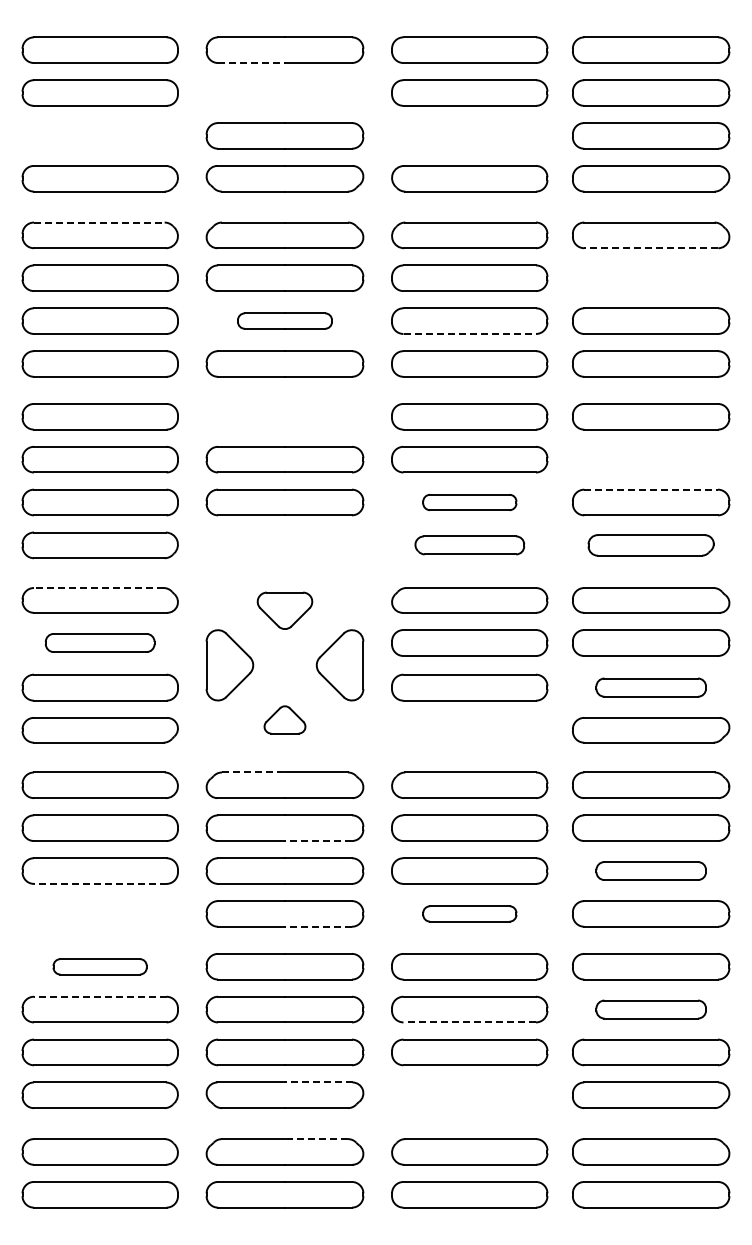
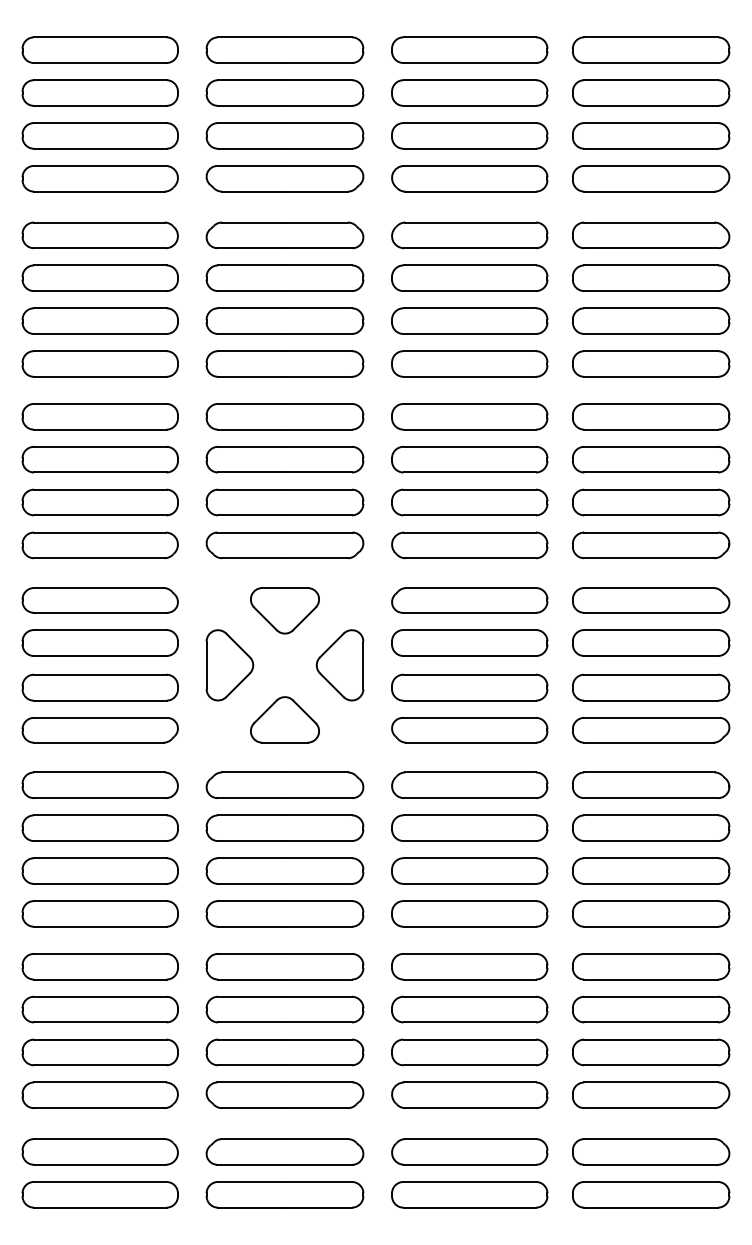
line at (252, 63): dashed -> solid
part at (284, 92): none -> present
part at (99, 135): none -> present
part at (469, 135): none -> present
line at (99, 222): dashed -> solid
line at (651, 248): dashed -> solid
part at (651, 277): none -> present
part at (284, 320) size: 96x18 px -> 160x28 px
line at (470, 333): dashed -> solid
part at (284, 416): none -> present
part at (651, 459): none -> present
line at (651, 489): dashed -> solid
part at (469, 502) size: 96x18 px -> 158x29 px
part at (284, 545): none -> present
part at (469, 545) size: 112x21 px -> 158x29 px
part at (650, 545) size: 128x23 px -> 159x29 px
line at (98, 588): dashed -> solid
part at (284, 610) size: 58x39 px -> 70x48 px
part at (100, 642) size: 111x20 px -> 158x28 px
part at (650, 687) size: 112x21 px -> 159x29 px
part at (284, 719) size: 44x30 px -> 70x48 px
part at (469, 730): none -> present
line at (254, 772): dashed -> solid
line at (317, 841): dashed -> solid
part at (650, 870) size: 112x20 px -> 159x28 px
line at (99, 883): dashed -> solid
part at (99, 913): none -> present
part at (469, 913) size: 96x18 px -> 158x28 px
line at (317, 926): dashed -> solid
part at (99, 966) size: 96x18 px -> 158x28 px
line at (99, 996): dashed -> solid
part at (650, 1009) size: 112x21 px -> 159x29 px
line at (469, 1022): dashed -> solid
line at (318, 1082): dashed -> solid
part at (469, 1094): none -> present
line at (315, 1139): dashed -> solid
